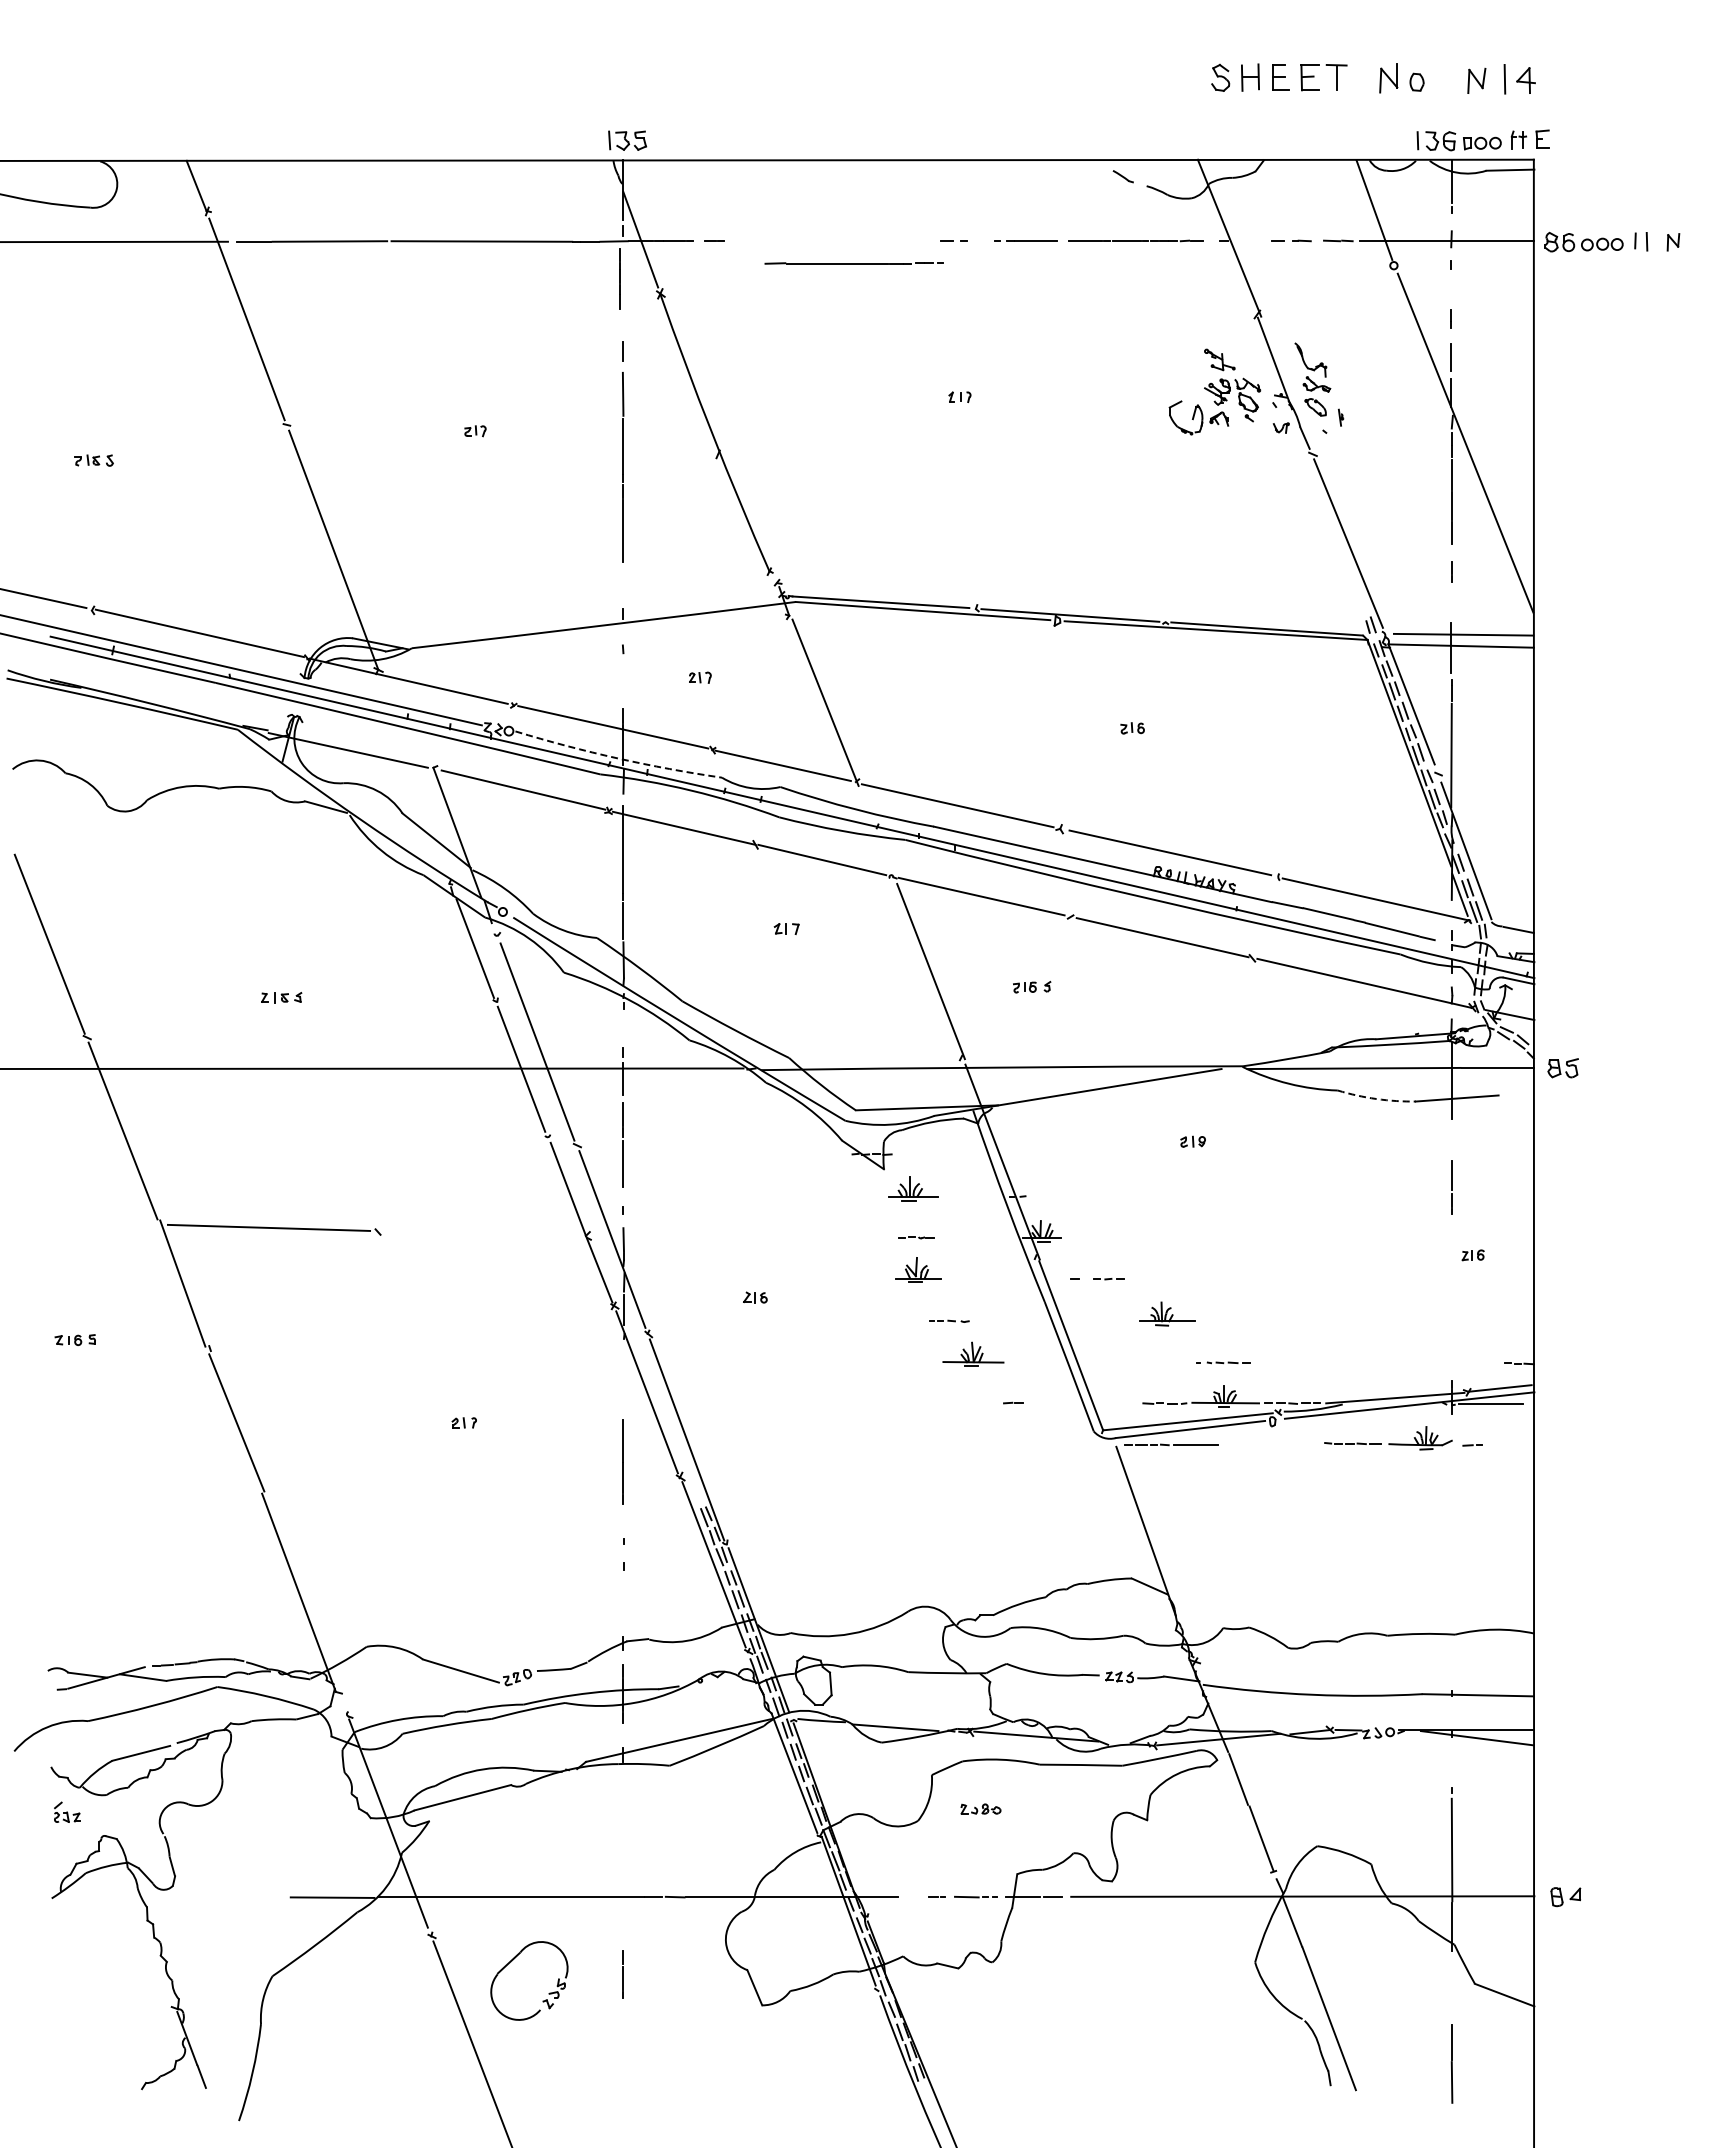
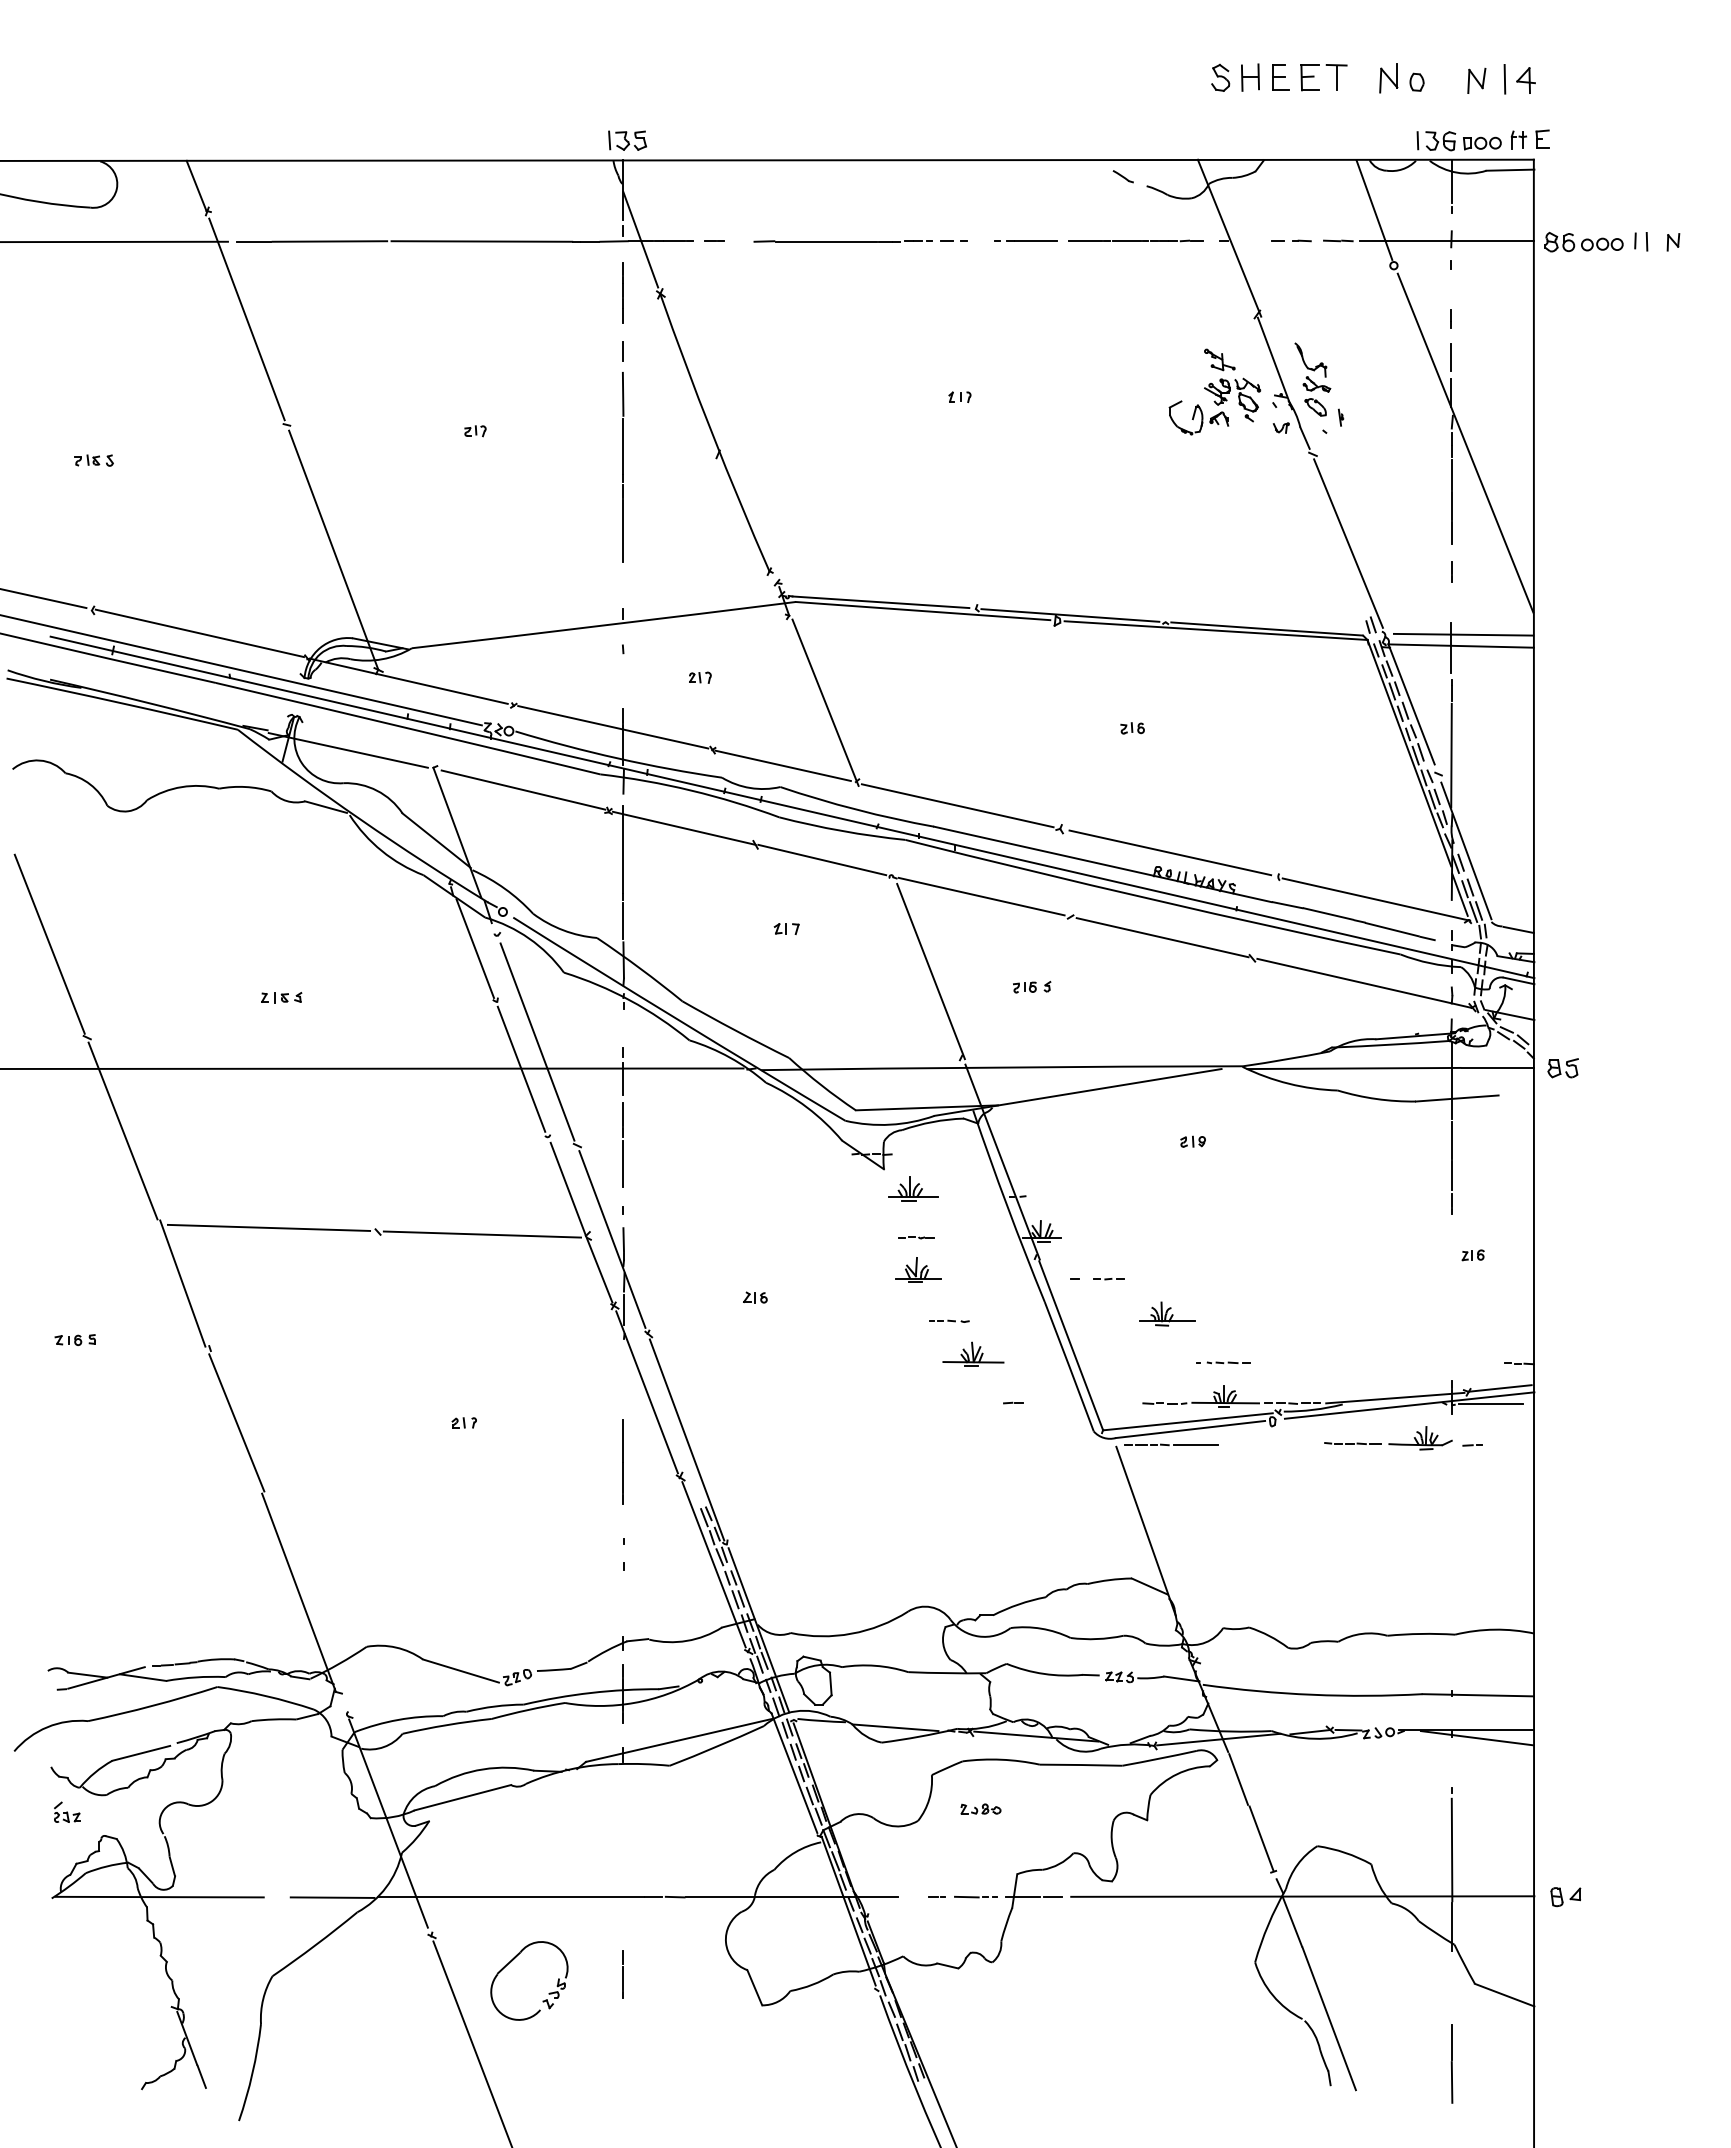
line at (853, 263) position: (853, 263) -> (842, 241)
line at (619, 278) position: (619, 278) -> (622, 292)
arc at (617, 758): dashed -> solid
arc at (1376, 1099): dashed -> solid
line at (1451, 1140): none -> present
line at (482, 1234): none -> present
line at (159, 1896): none -> present
